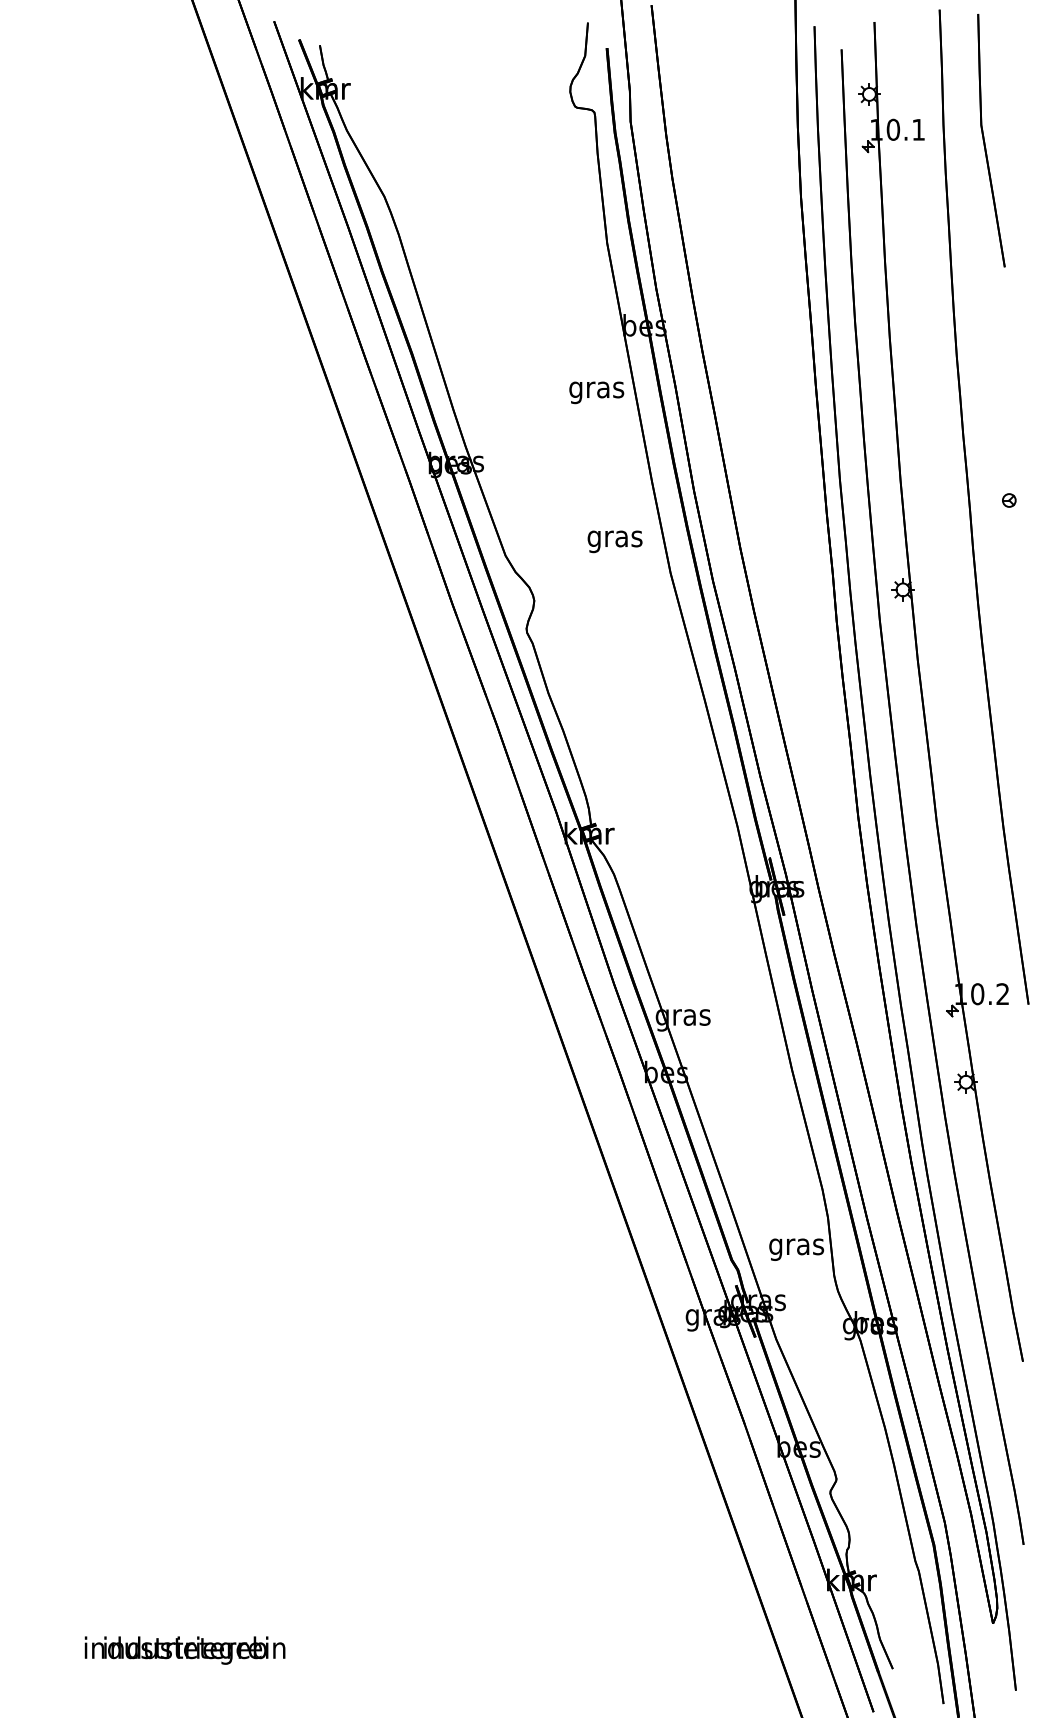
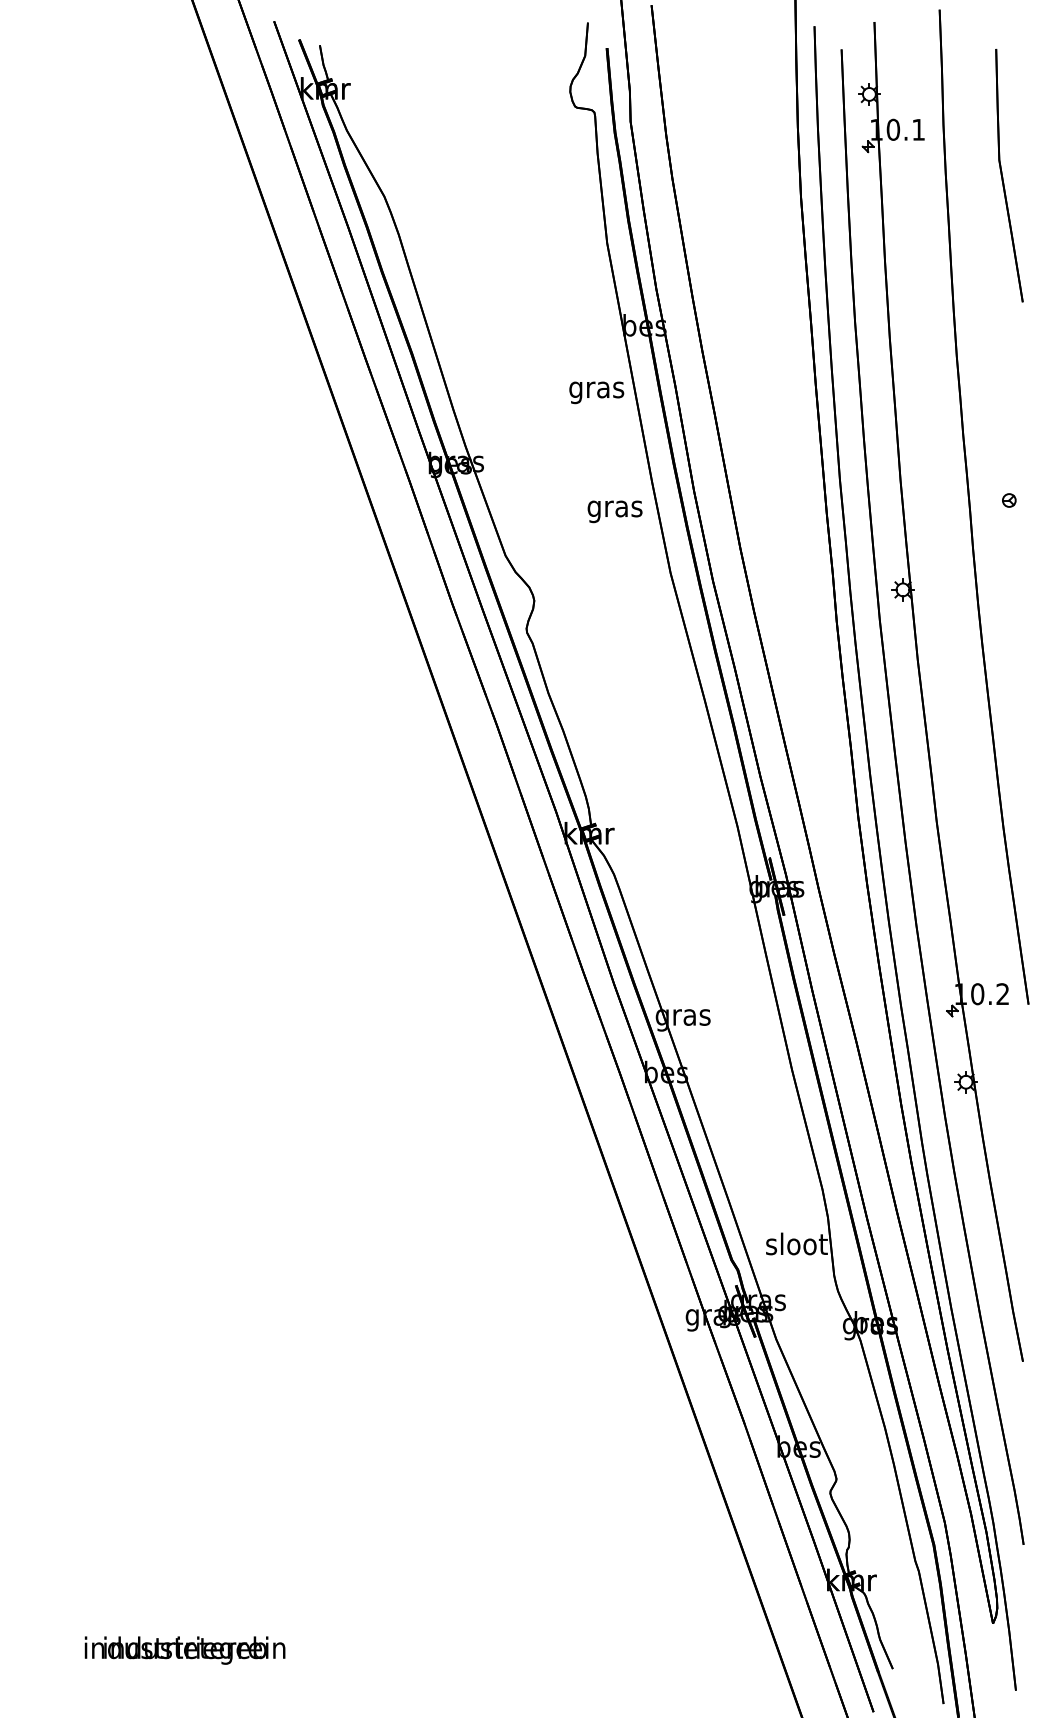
part at (985, 142) position: (985, 142) -> (1003, 177)
text at (614, 541) position: (614, 541) -> (614, 511)
text at (796, 1246): gras -> sloot
